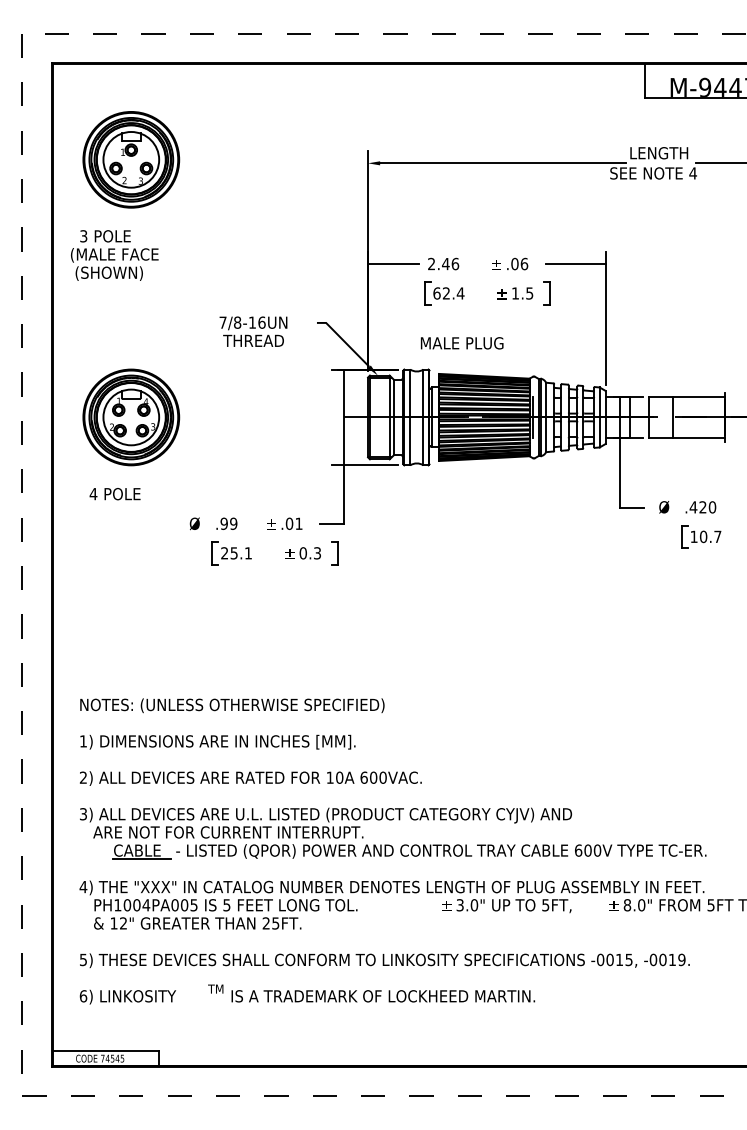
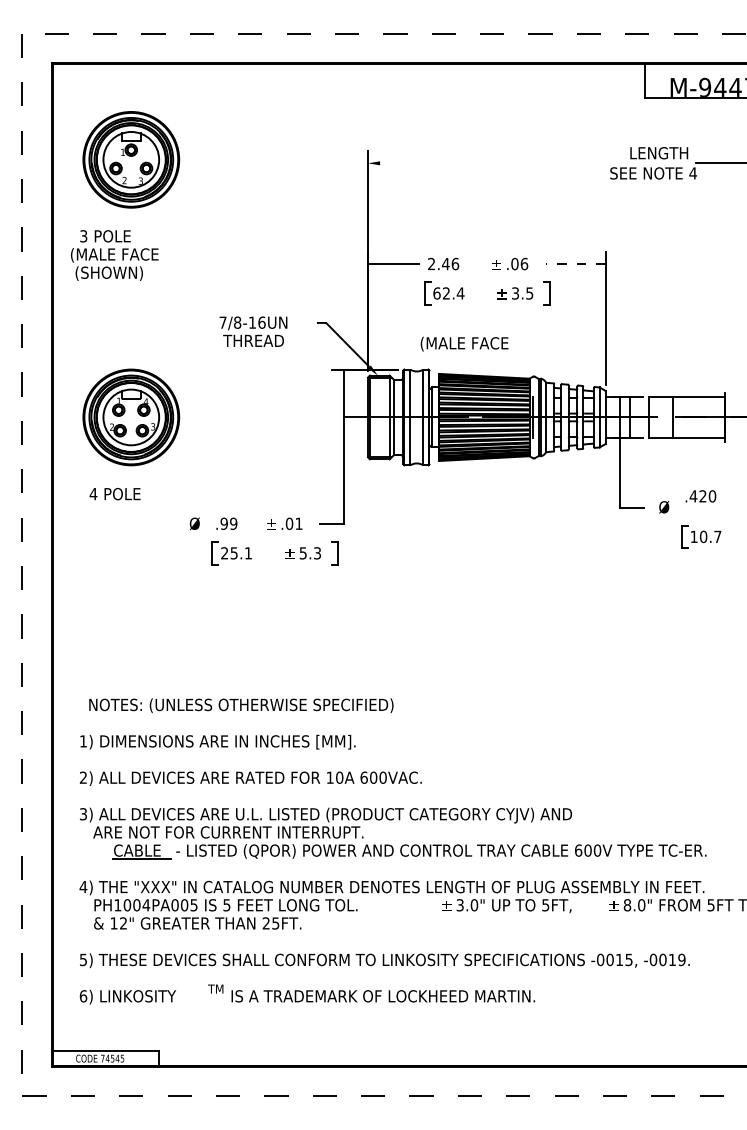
line at (502, 163): present -> none
line at (575, 264): solid -> dashed
text at (515, 293): 1.5 -> 3.5
text at (464, 343): MALE PLUG -> (MALE FACE
line at (365, 465): present -> none
text at (700, 507) position: (700, 507) -> (700, 496)
text at (302, 553): 0.3 -> 5.3
text at (232, 705) position: (232, 705) -> (241, 705)
